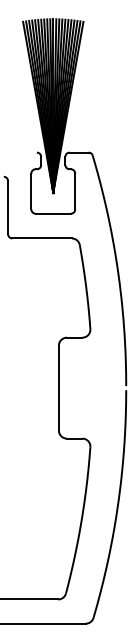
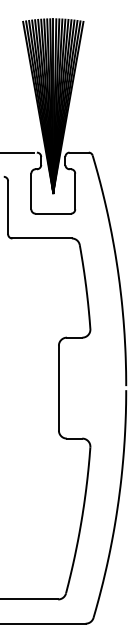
line at (18, 152): none -> present
